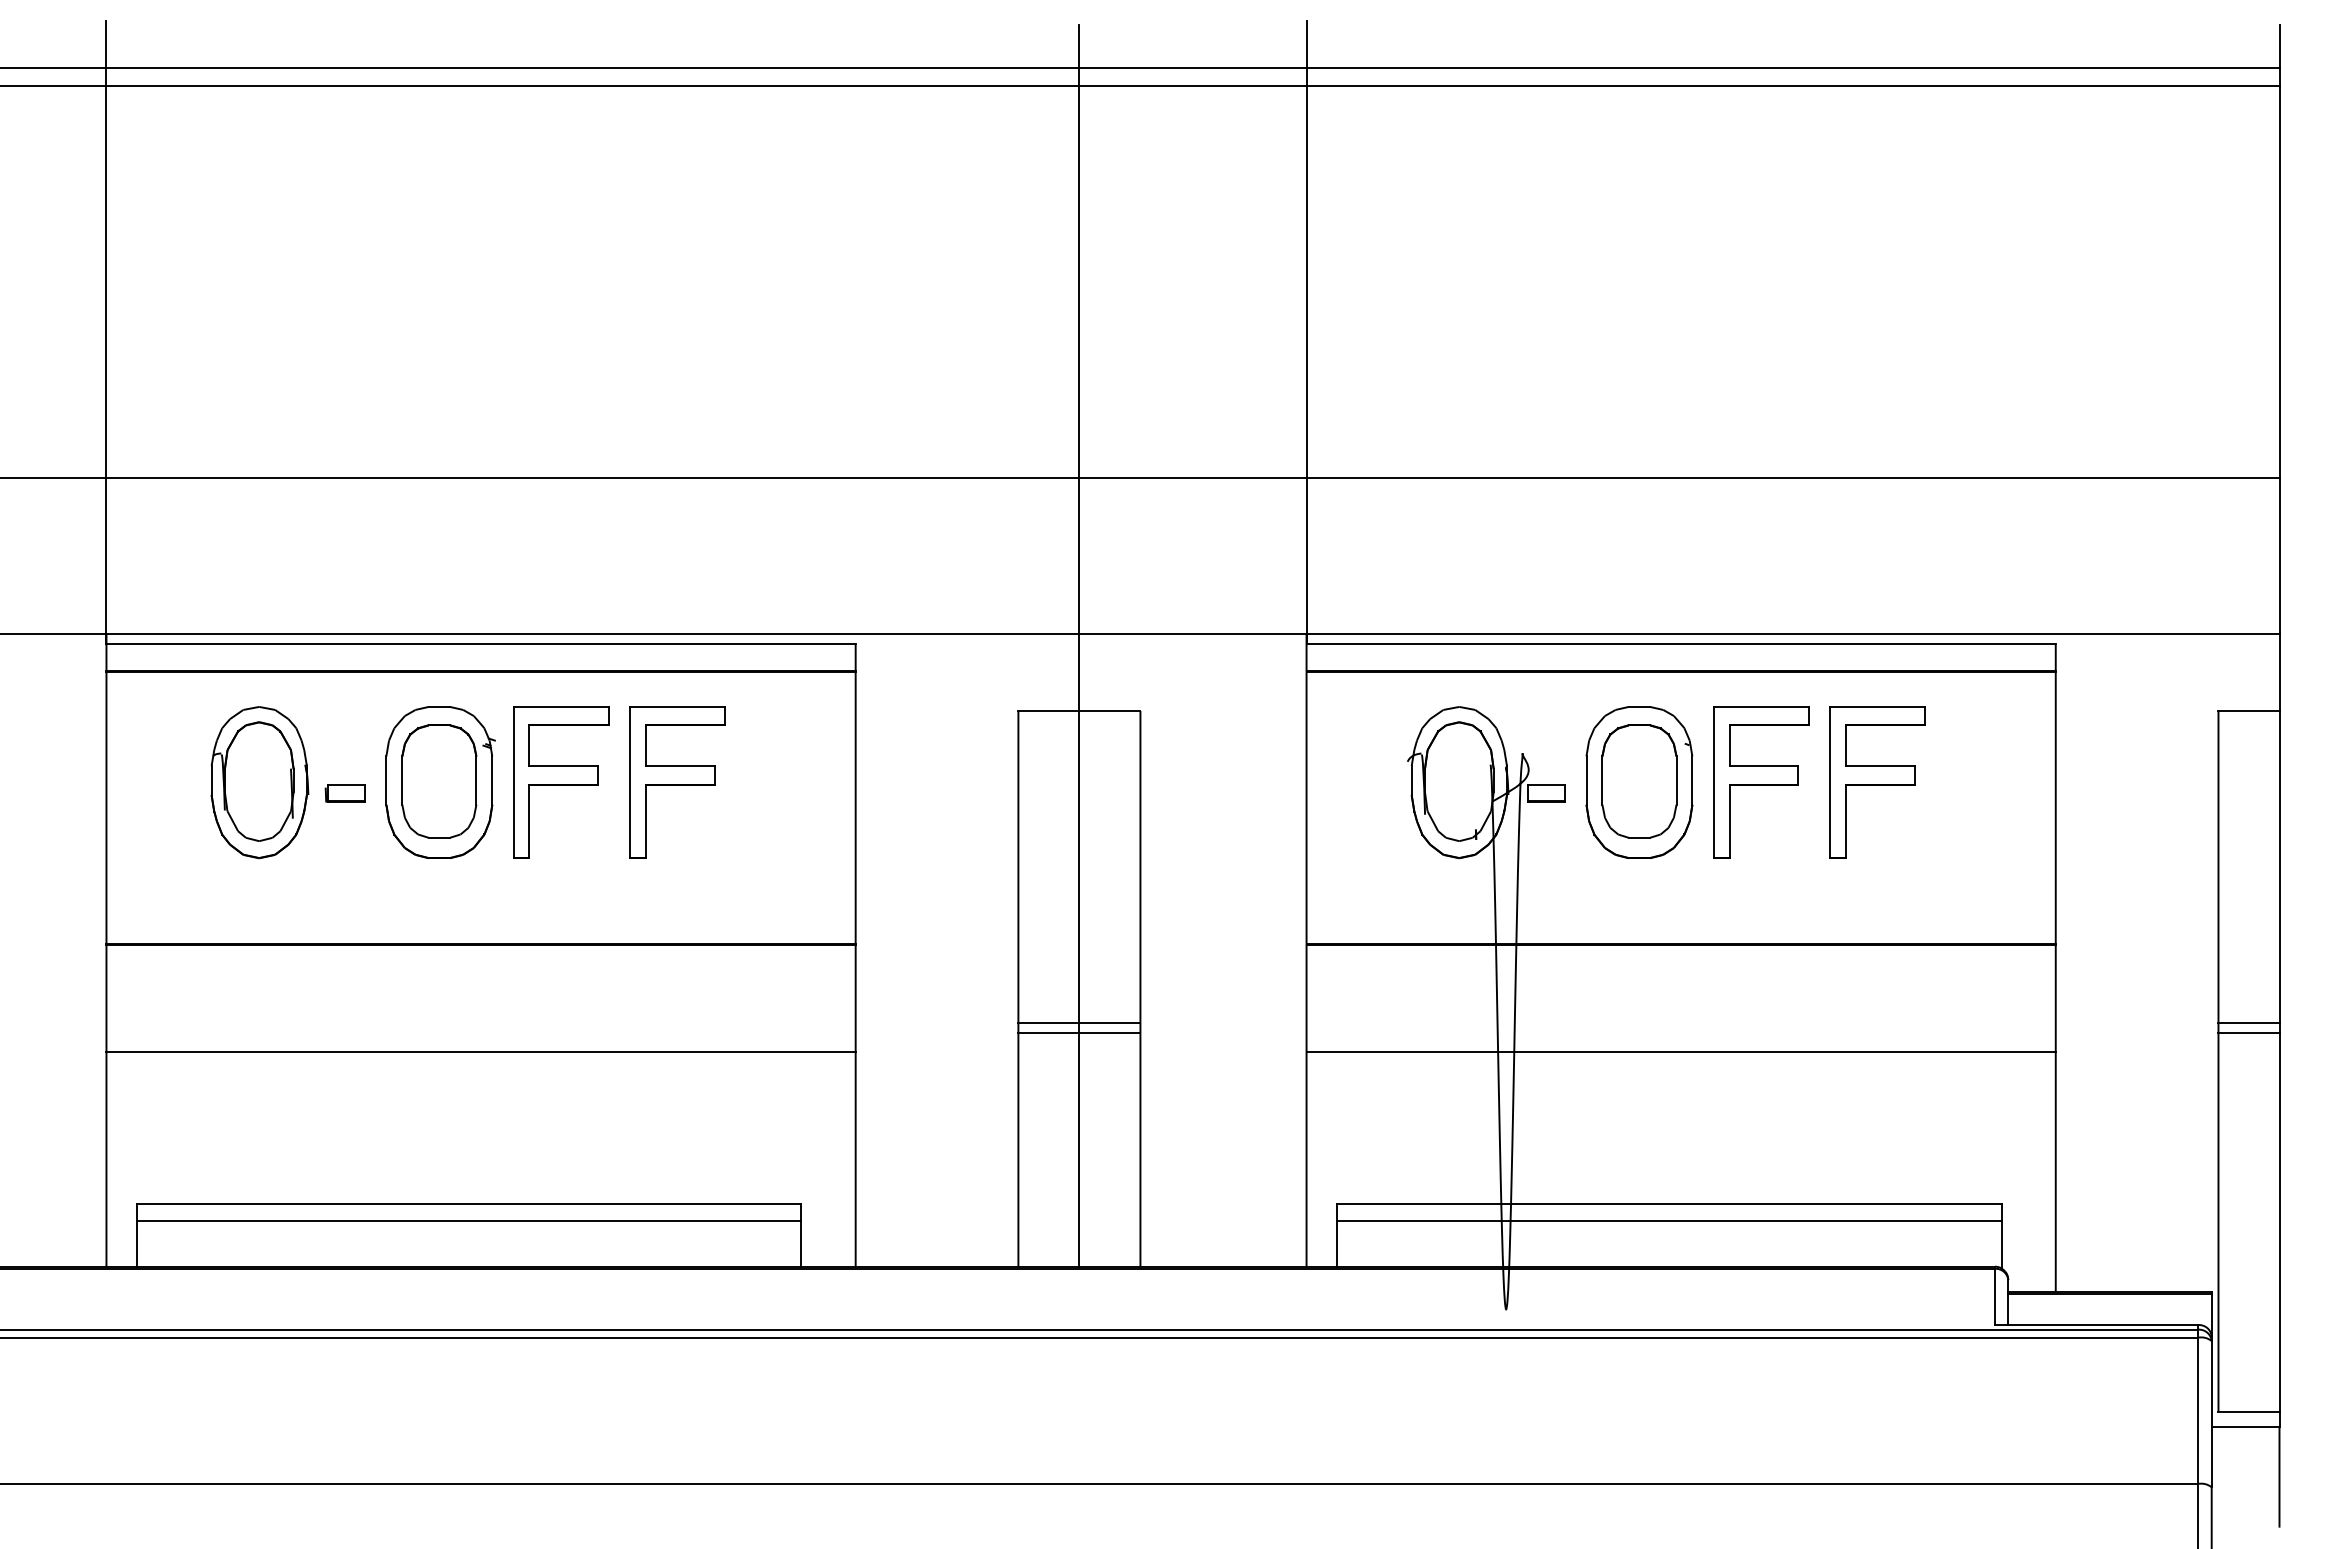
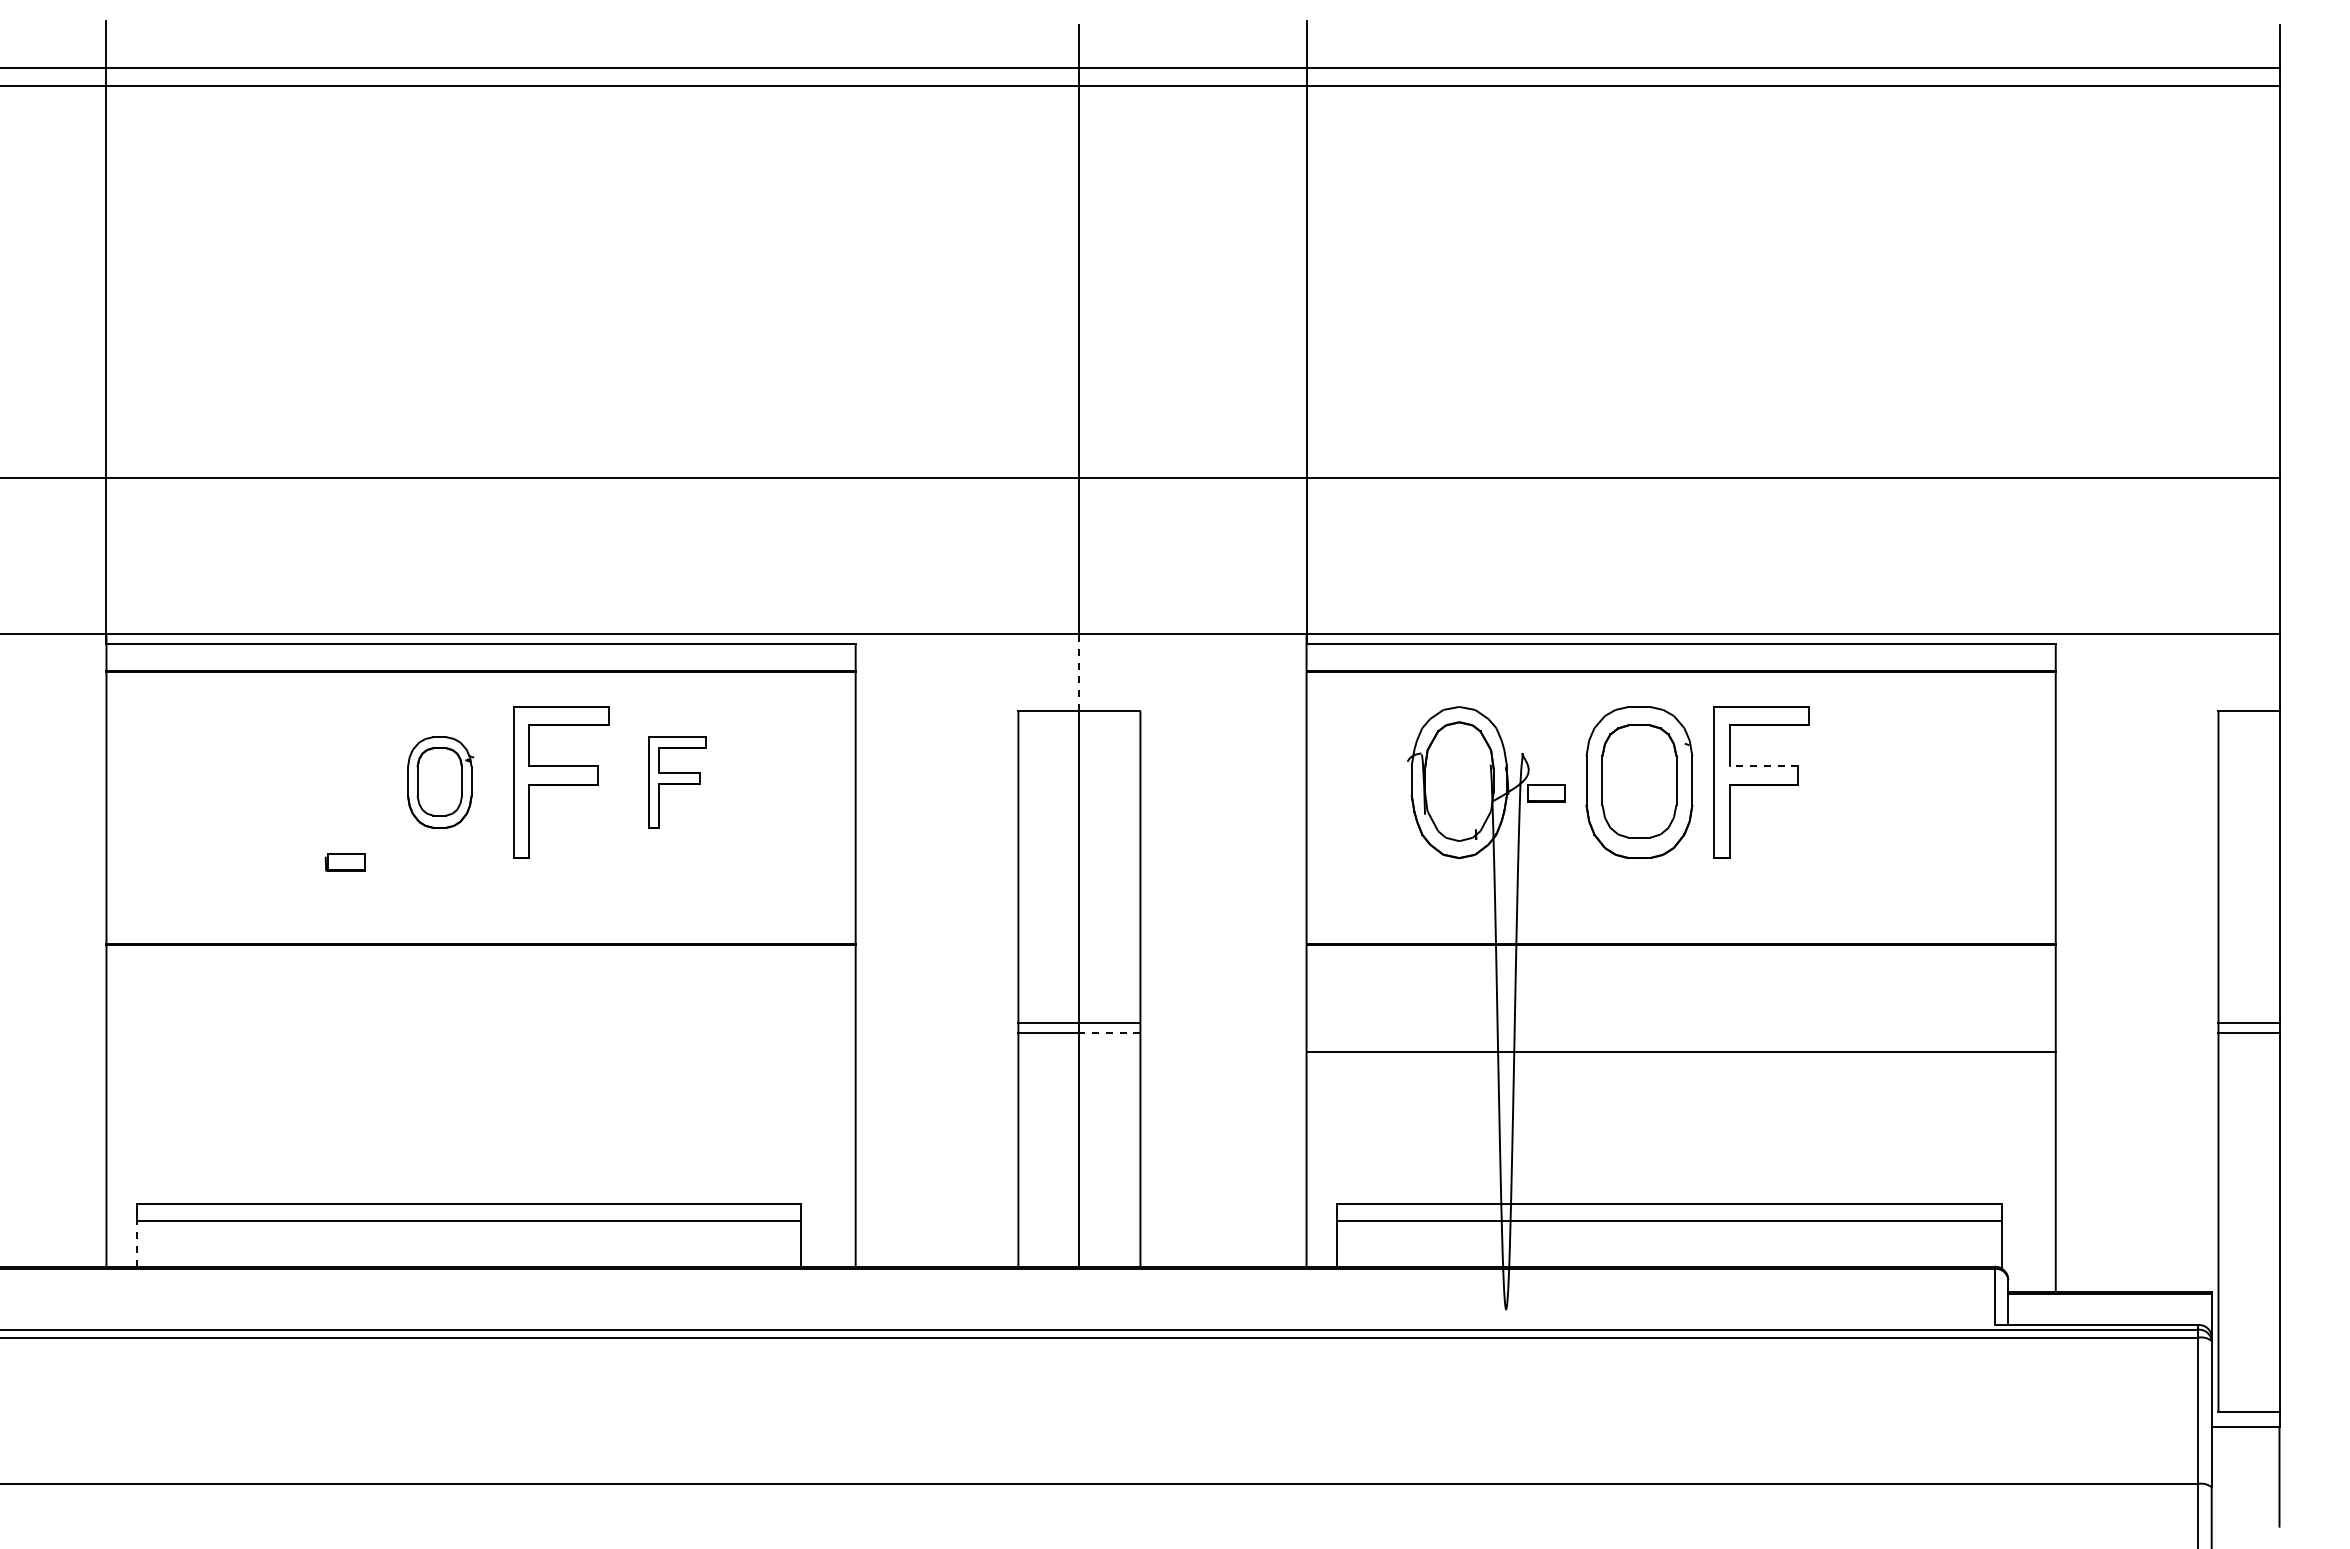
line at (1079, 672): solid -> dashed
line at (1763, 765): solid -> dashed
part at (259, 782): present -> none
part at (440, 782) size: 111x153 px -> 67x93 px
part at (677, 782) size: 97x153 px -> 59x93 px
part at (1877, 782): present -> none
part at (344, 793) position: (344, 793) -> (344, 862)
line at (1109, 1032): solid -> dashed
line at (480, 1052): present -> none
line at (136, 1243): solid -> dashed
